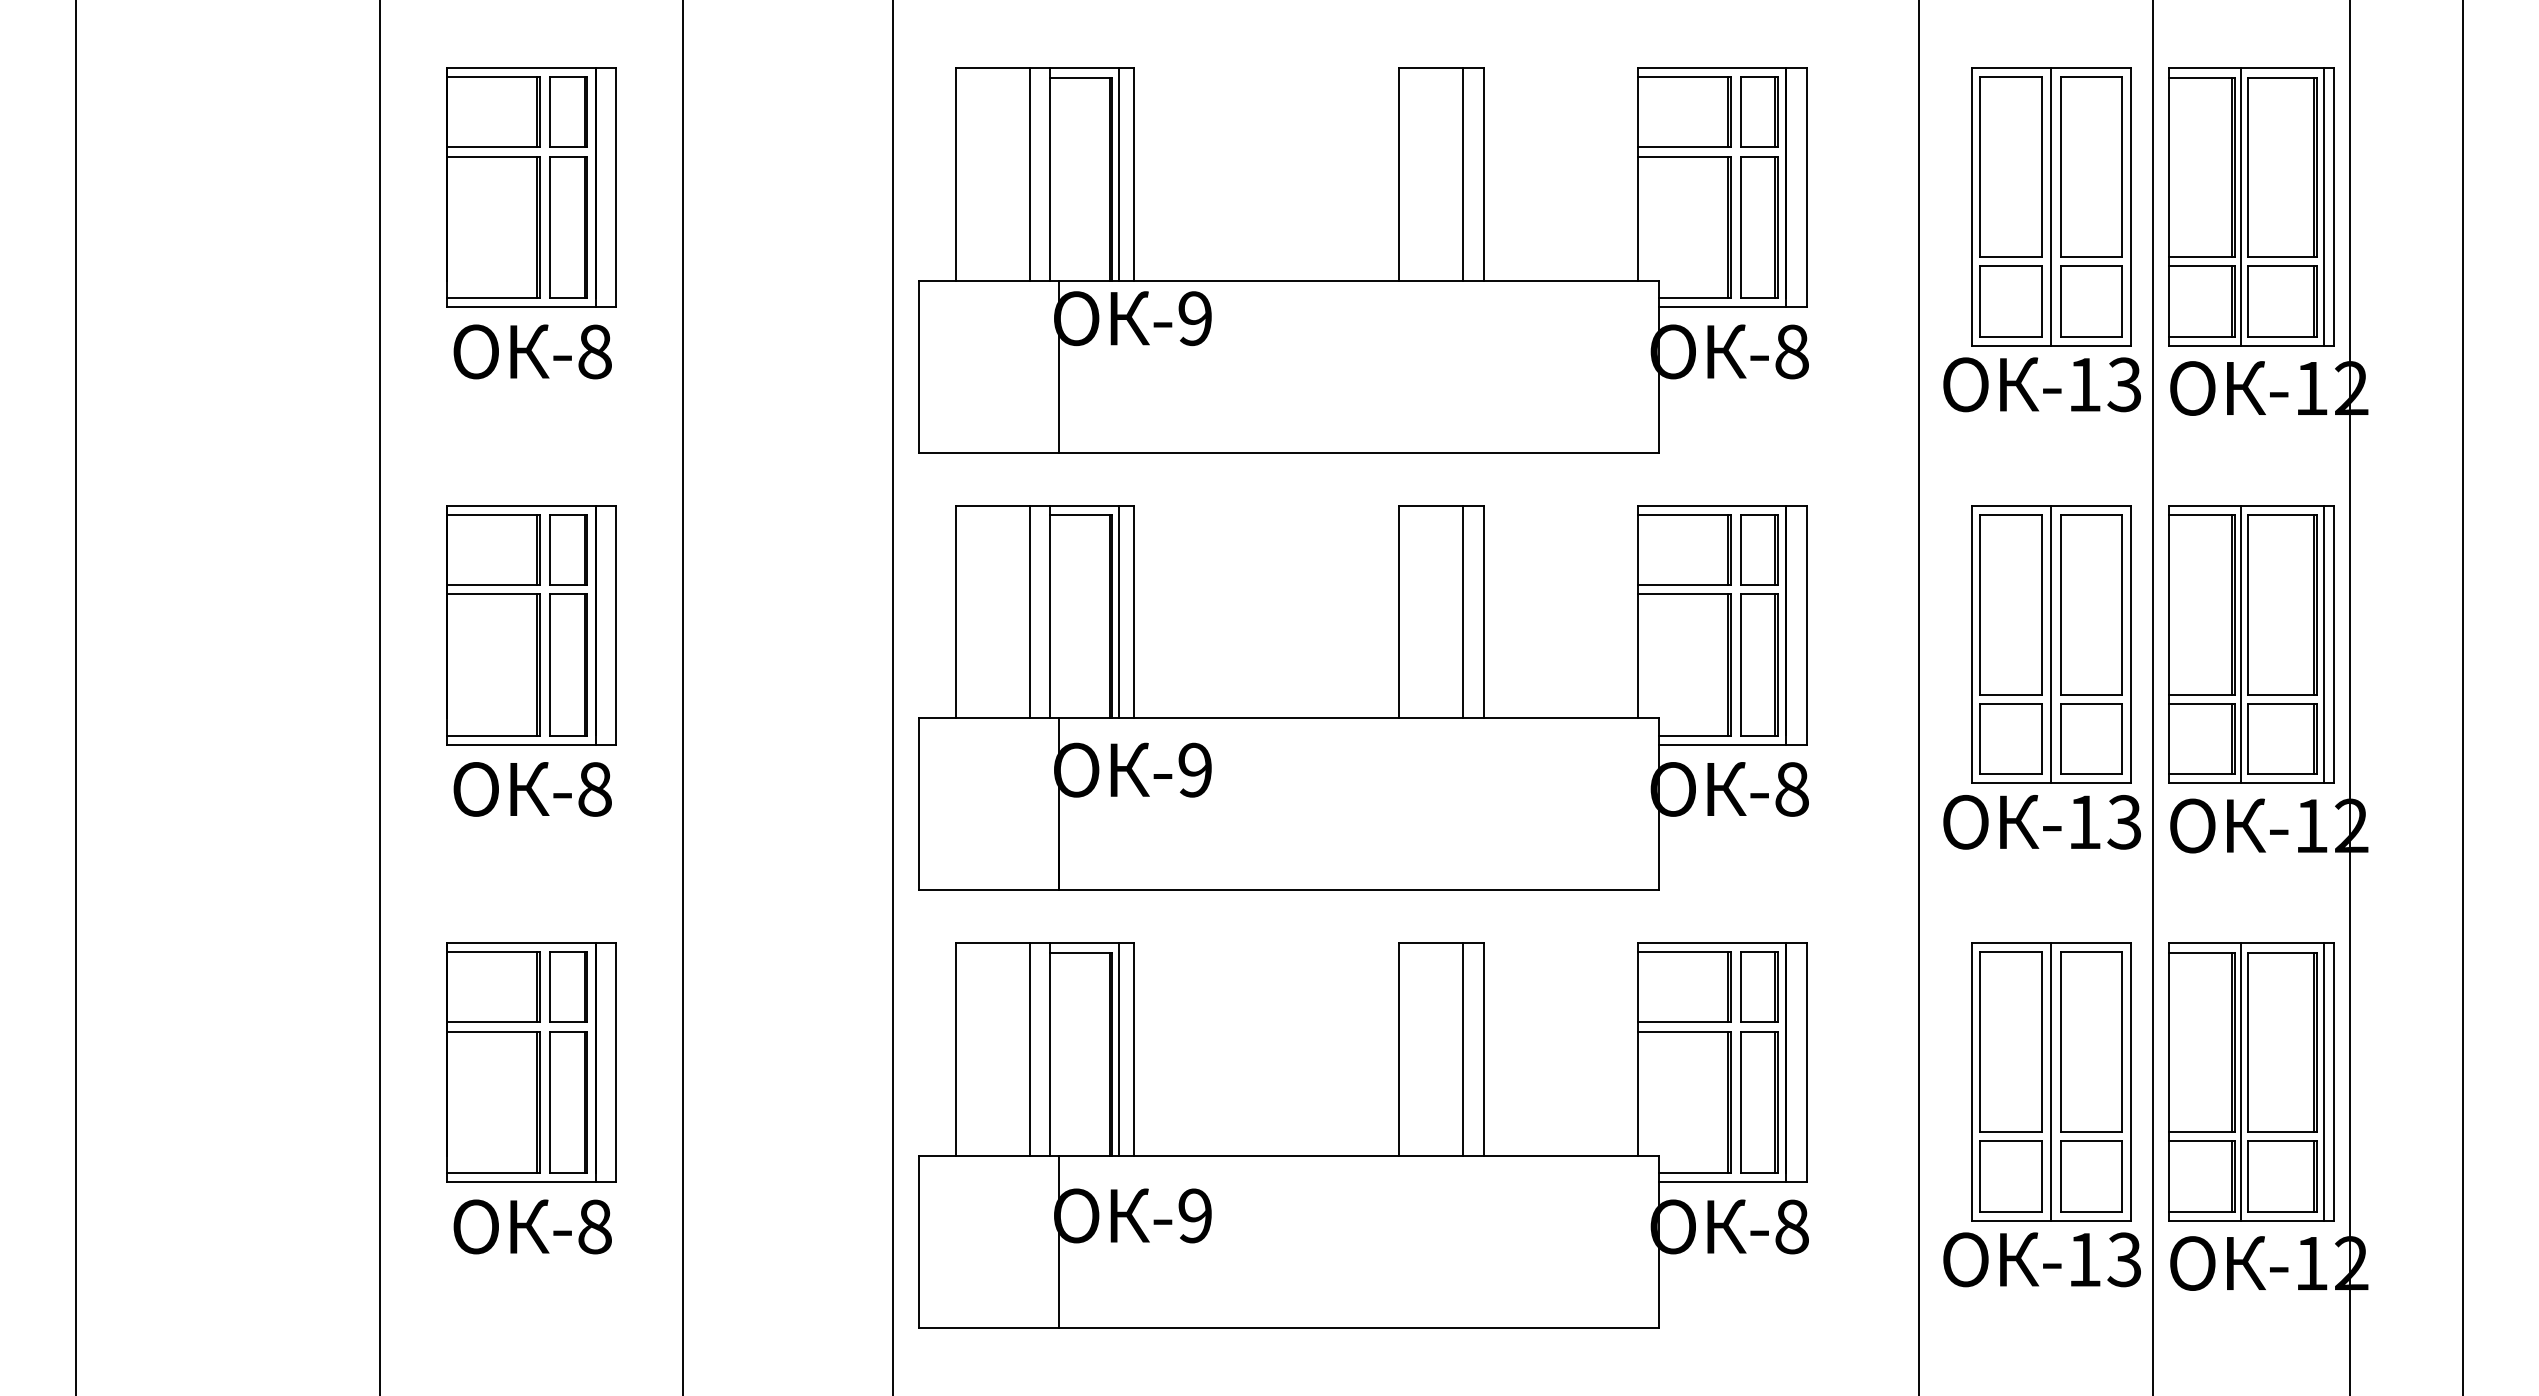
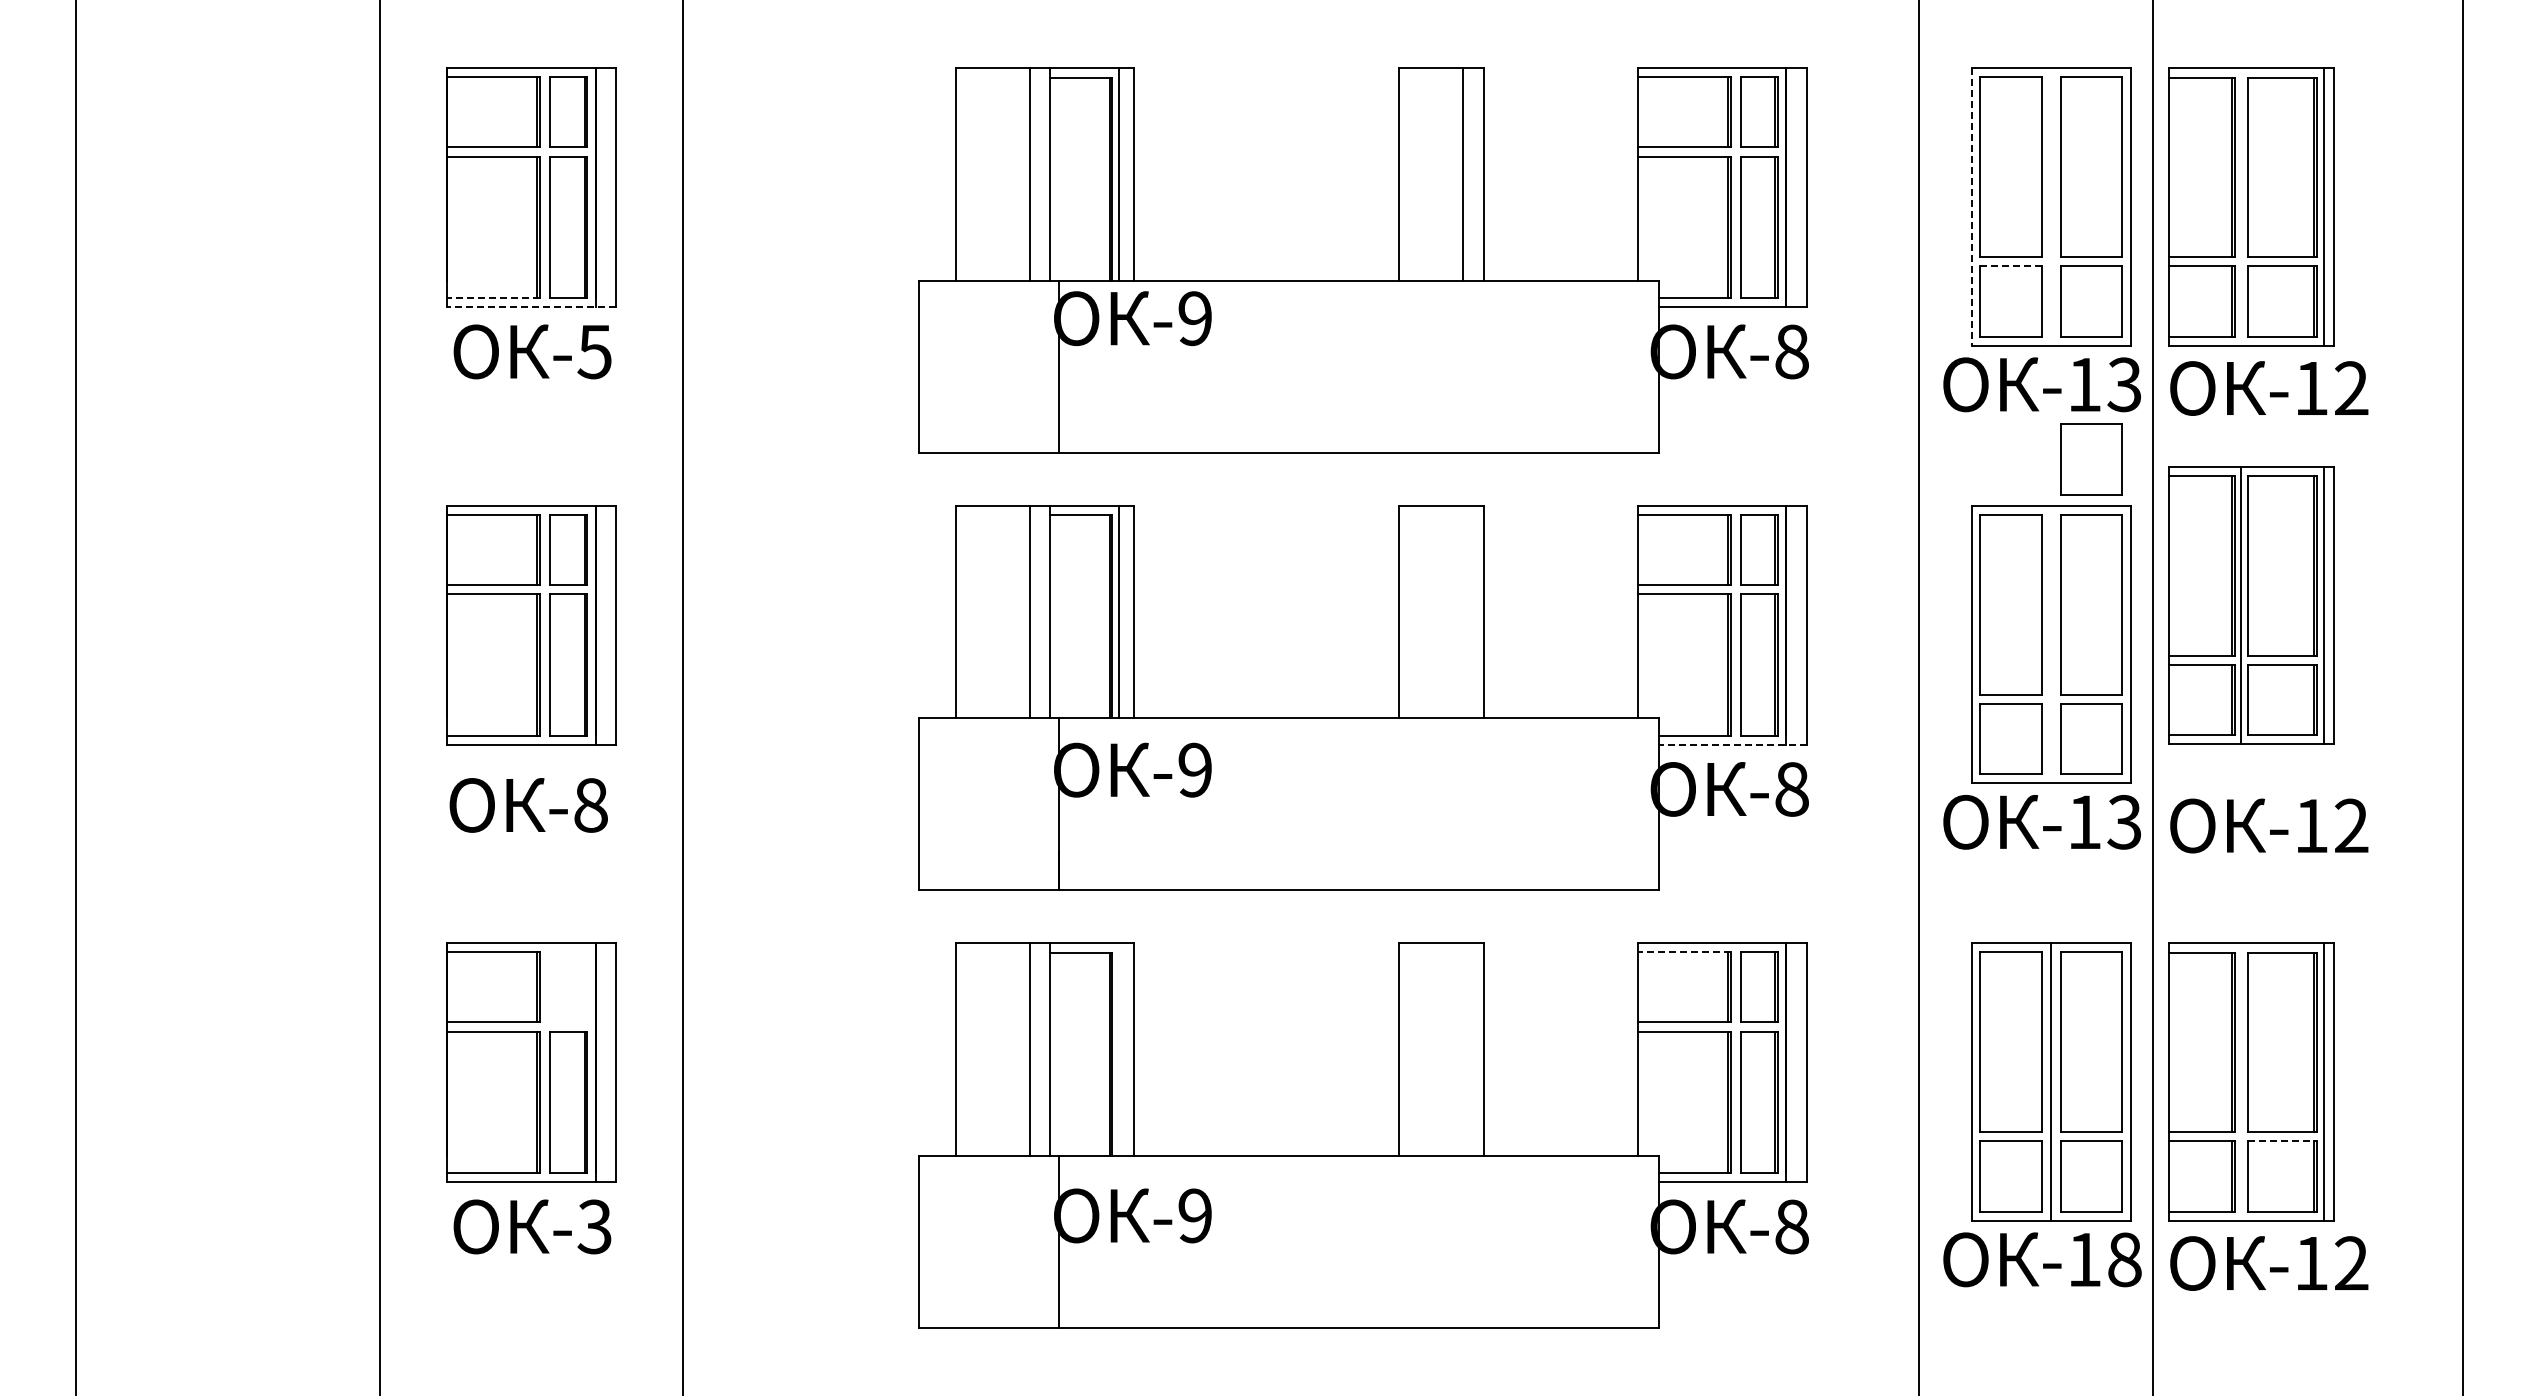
line at (2051, 206): present -> none
line at (2241, 206): present -> none
line at (1971, 207): solid -> dashed
line at (2011, 266): solid -> dashed
line at (493, 298): solid -> dashed
line at (531, 307): solid -> dashed
text at (594, 351): -8 -> -5
part at (2091, 459): none -> present
line at (1463, 611): present -> none
line at (2051, 644): present -> none
part at (2251, 644) position: (2251, 644) -> (2251, 605)
line at (893, 697): present -> none
line at (2350, 697): present -> none
line at (1733, 744): solid -> dashed
text at (532, 789) position: (532, 789) -> (528, 805)
line at (1683, 952): solid -> dashed
part at (568, 986): present -> none
line at (1118, 1049): present -> none
line at (1463, 1049): present -> none
line at (2241, 1081): present -> none
line at (2282, 1141): solid -> dashed
text at (594, 1226): -8 -> -3
text at (2124, 1259): -13 -> -18
